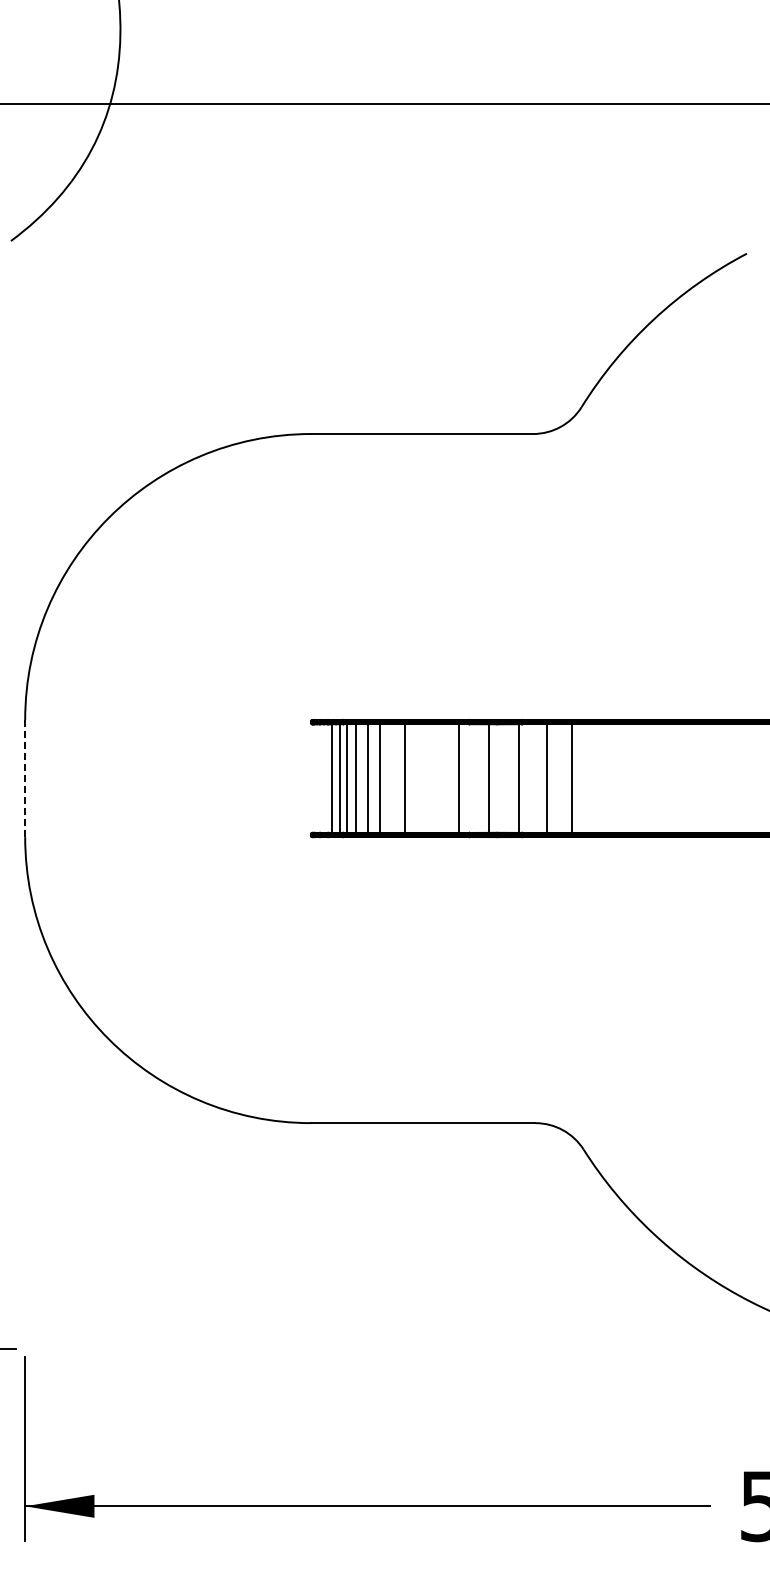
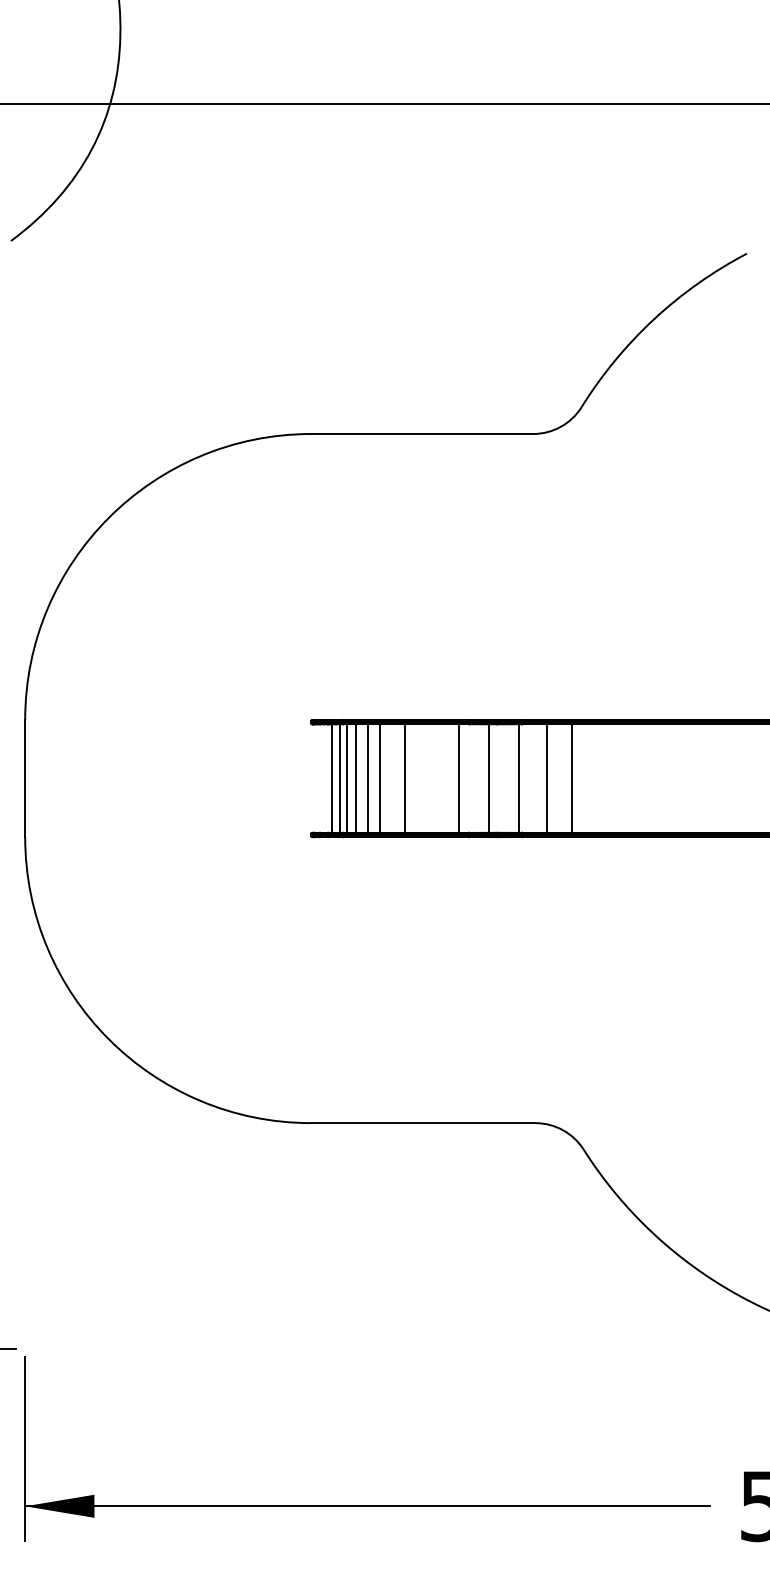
line at (25, 778): dashed -> solid
